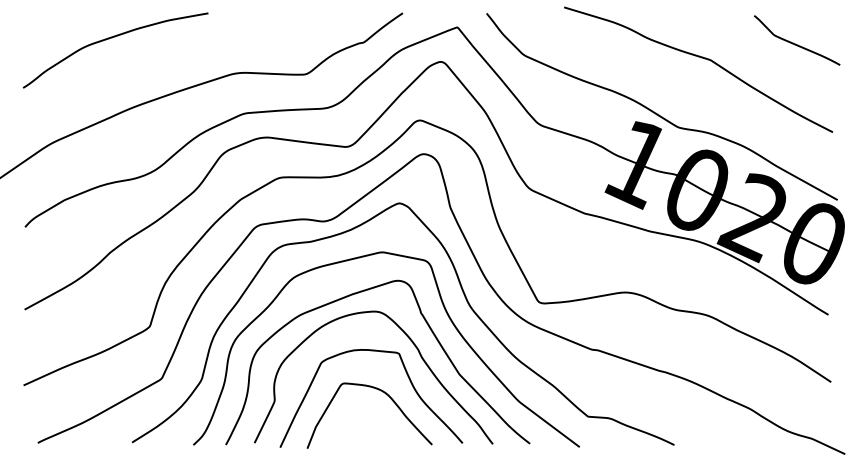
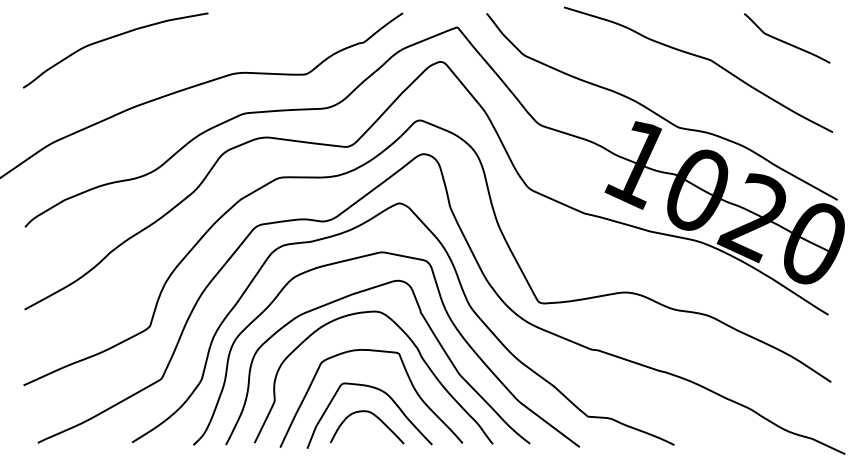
curve at (795, 43) position: (795, 43) -> (785, 41)
curve at (374, 416): none -> present
